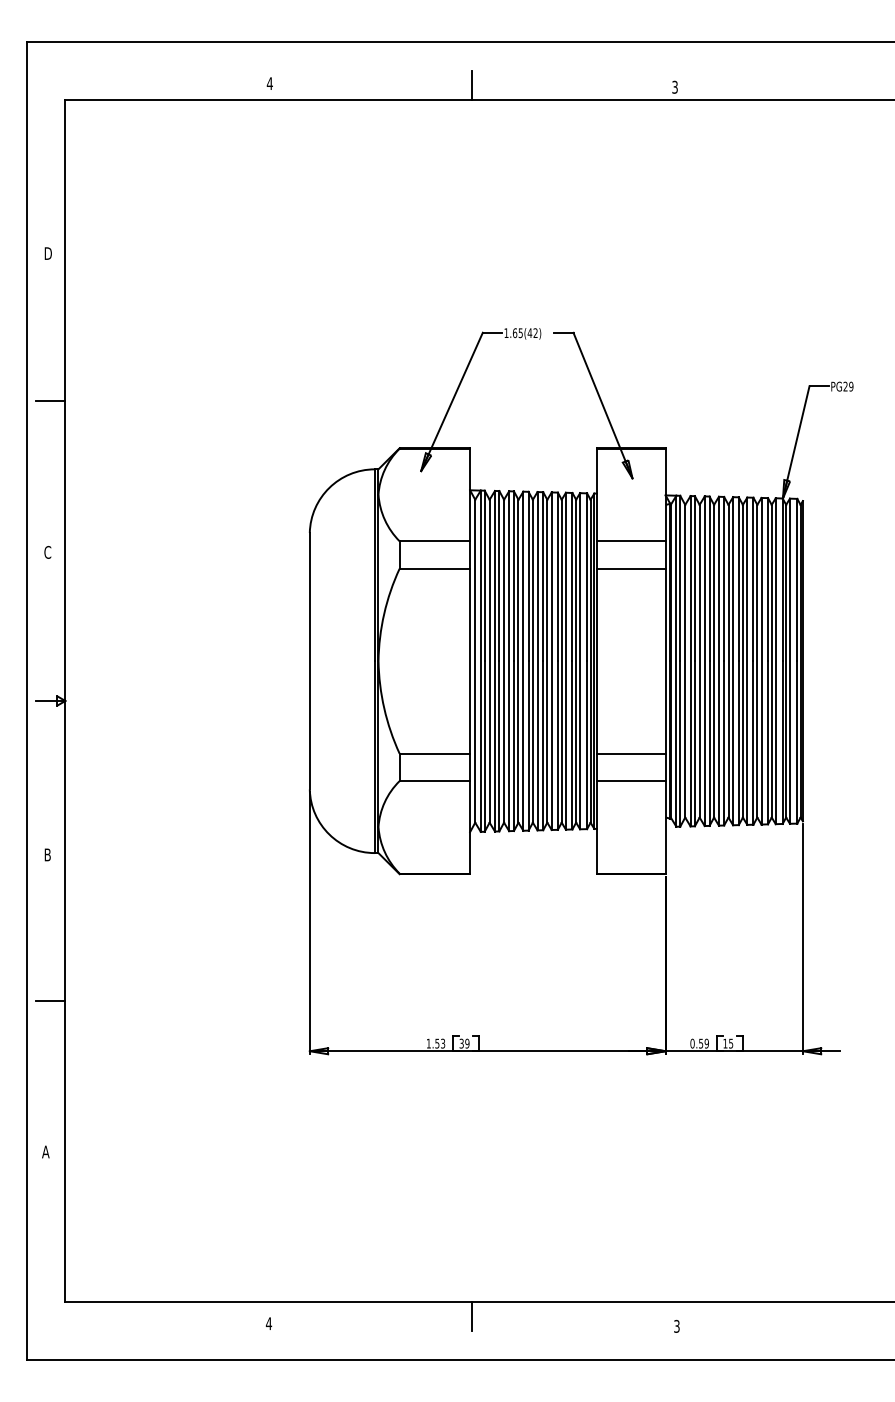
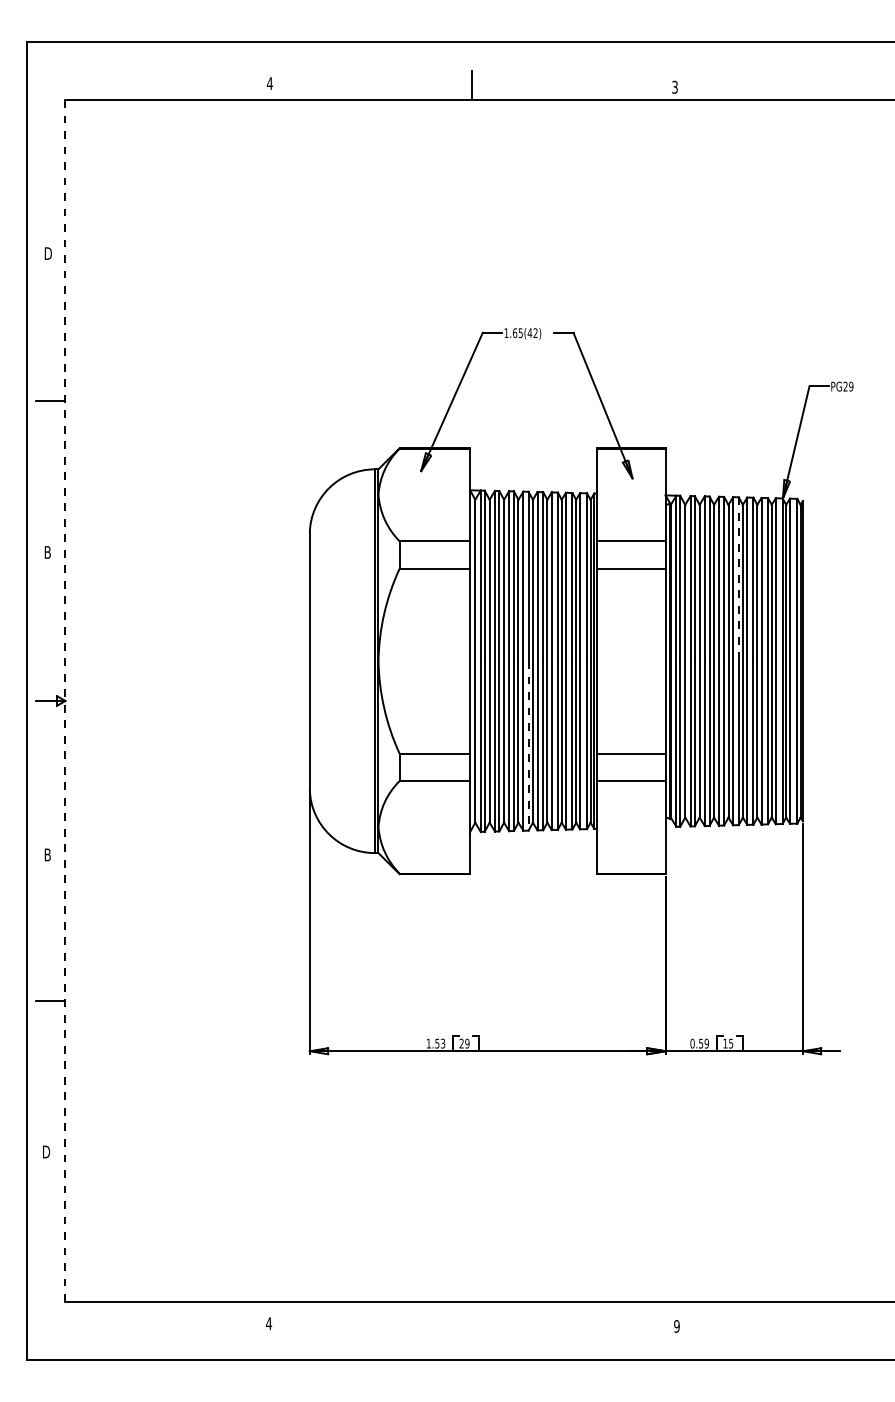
text at (47, 551): C -> B
line at (738, 579): solid -> dashed
line at (65, 701): solid -> dashed
line at (528, 745): solid -> dashed
text at (461, 1043): 39 -> 29
text at (46, 1151): A -> D
line at (472, 1315): present -> none
text at (676, 1326): 3 -> 9
